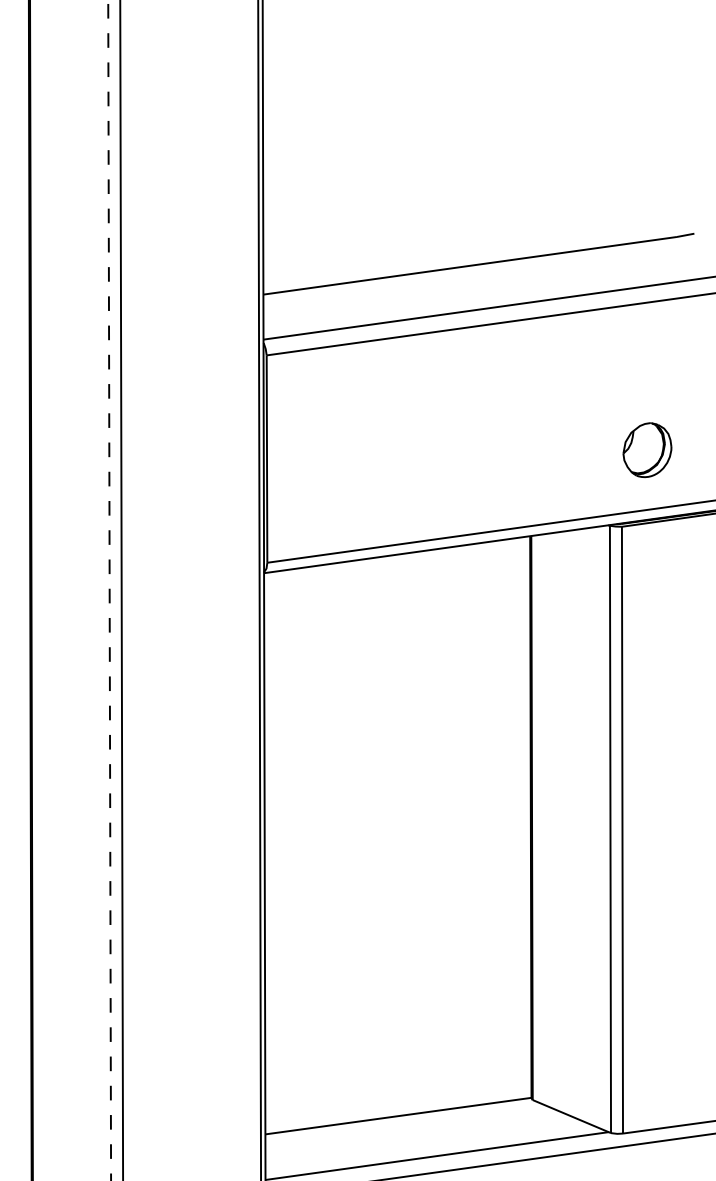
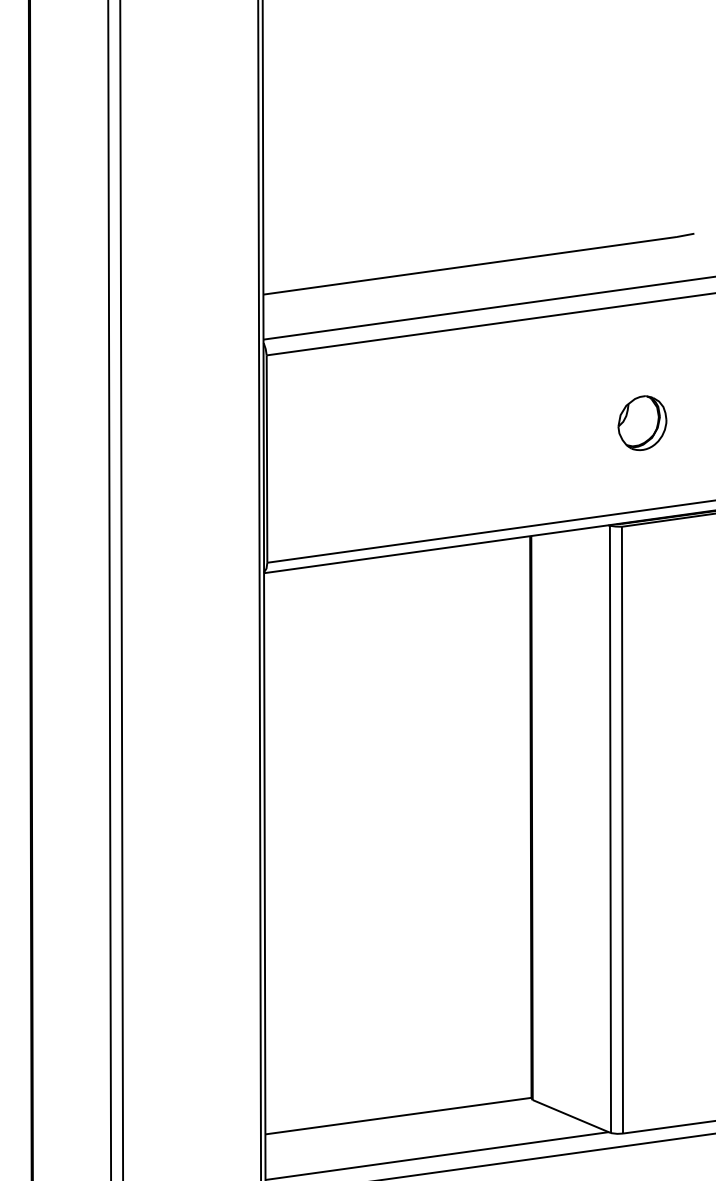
part at (647, 450) position: (647, 450) -> (642, 423)
line at (109, 590): dashed -> solid
